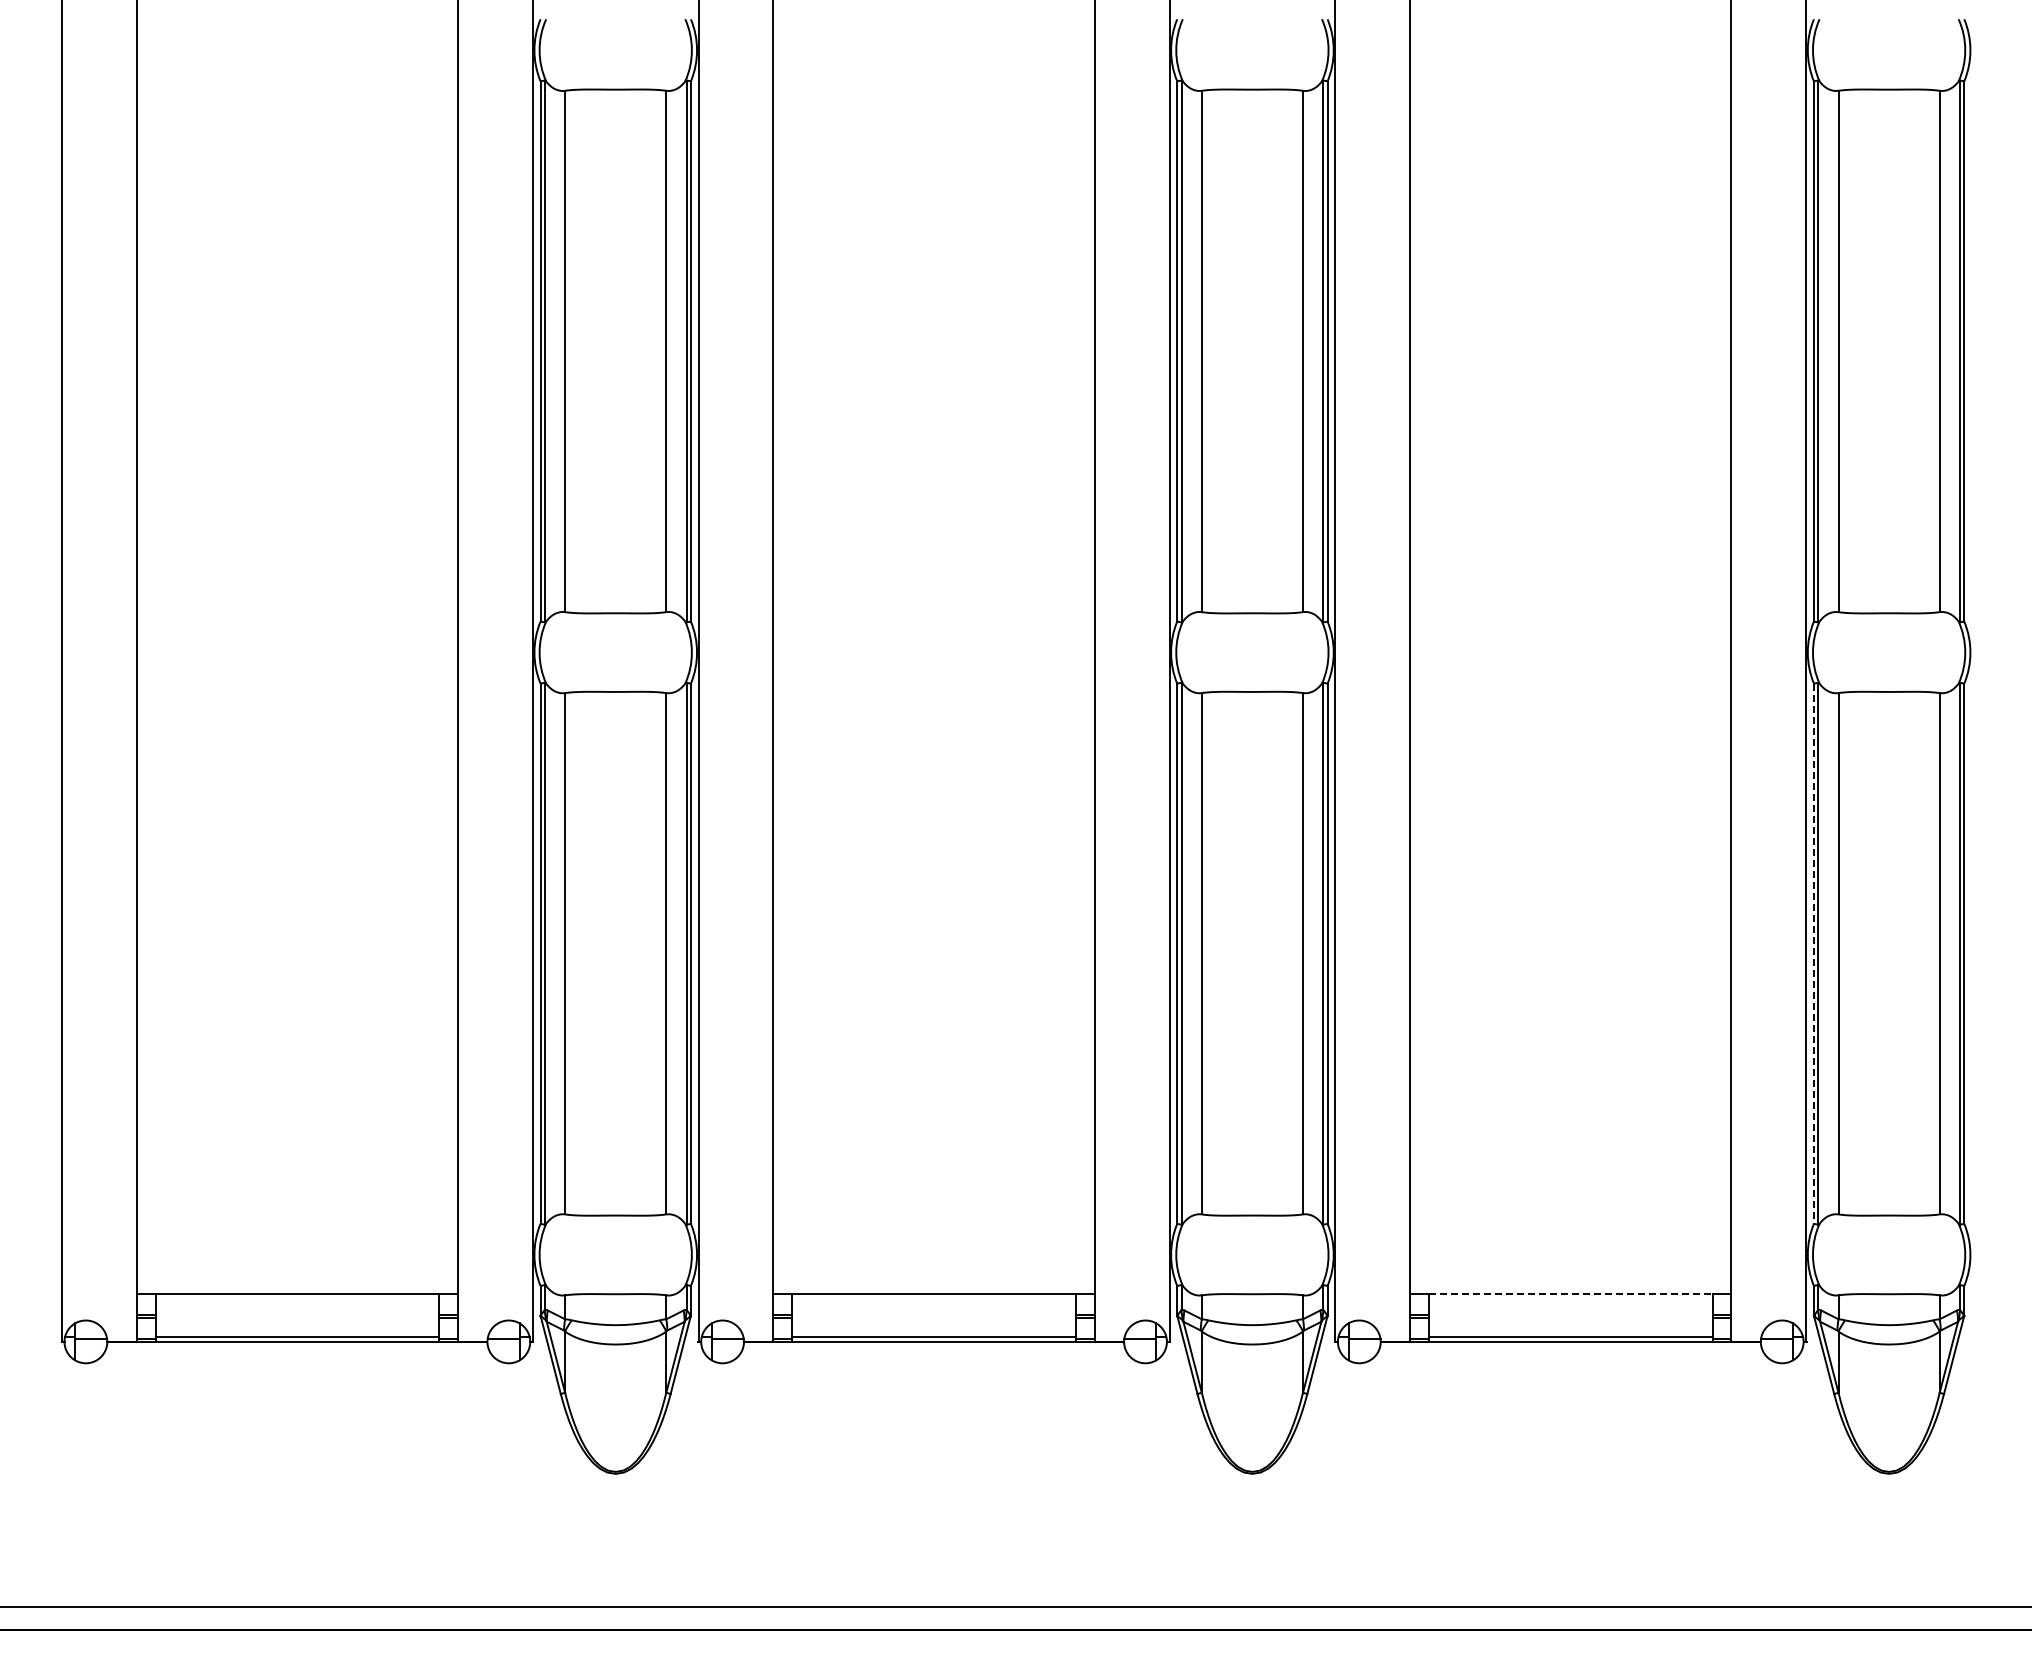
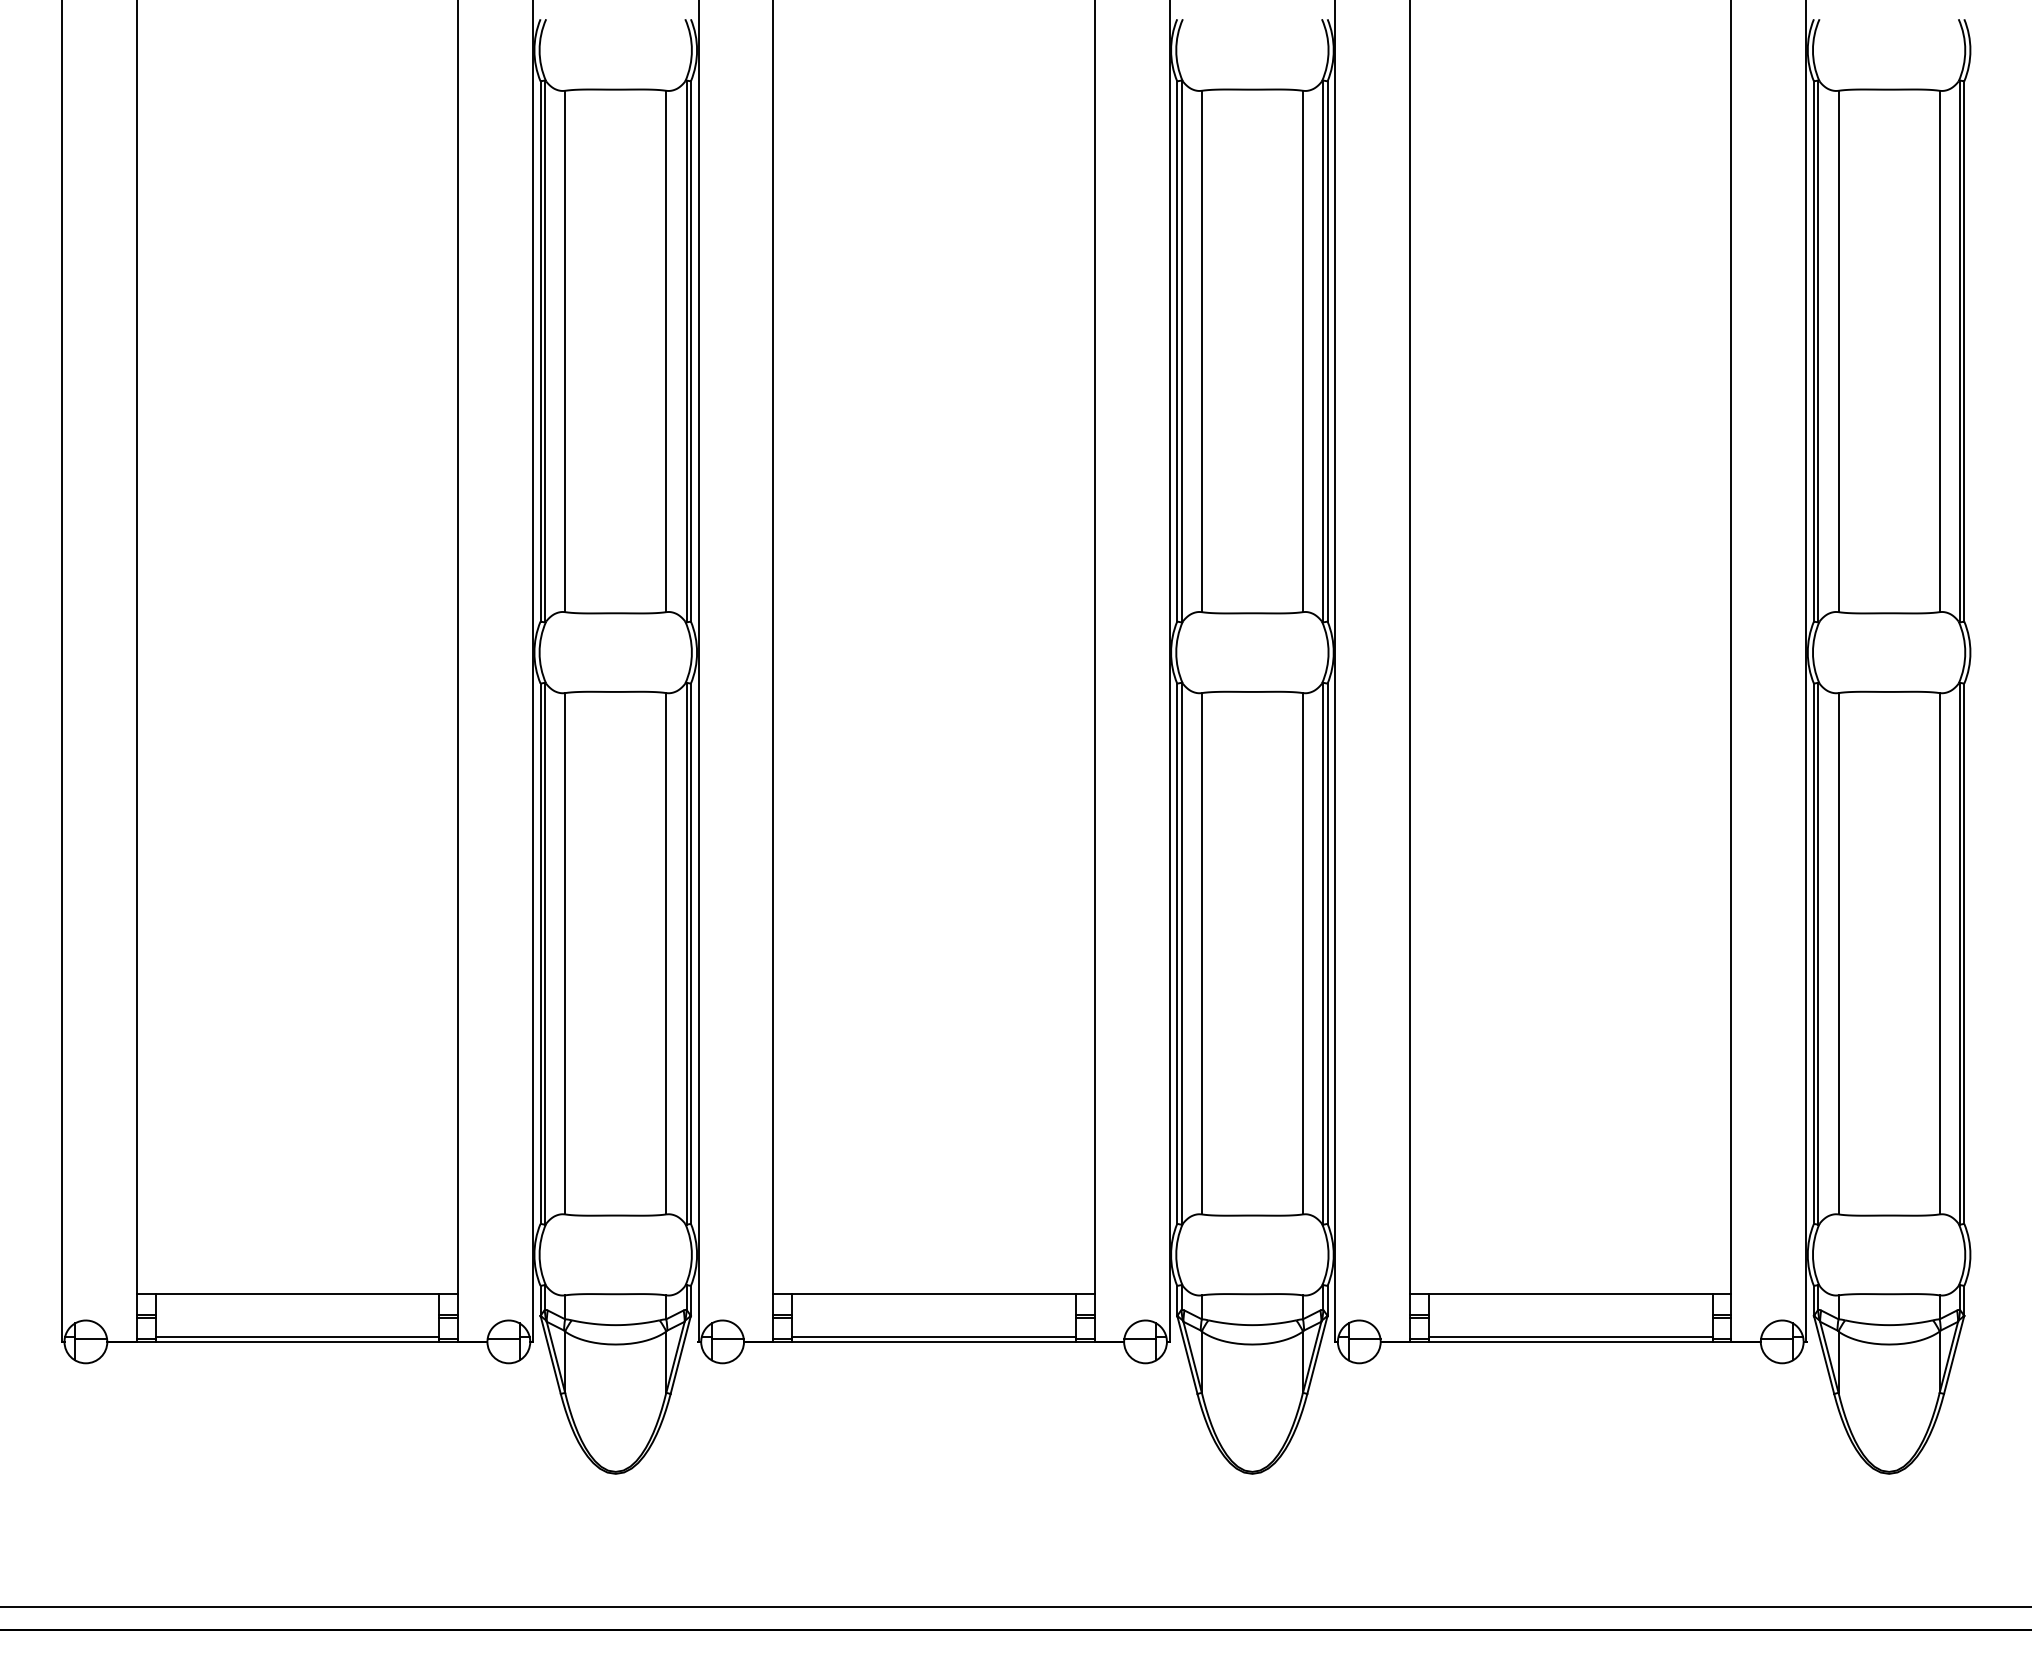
line at (1813, 954): dashed -> solid
line at (1570, 1293): dashed -> solid
